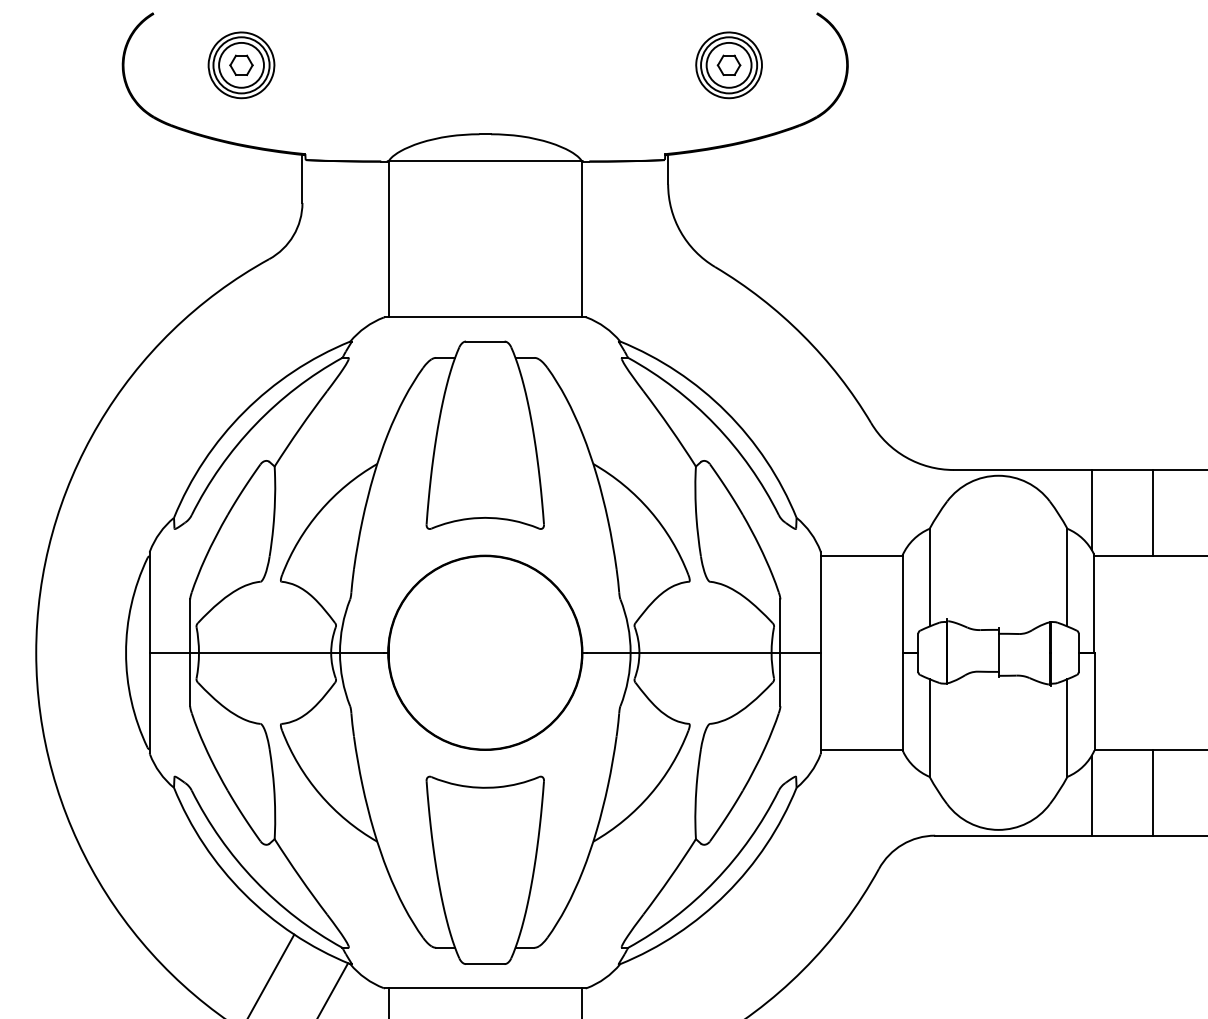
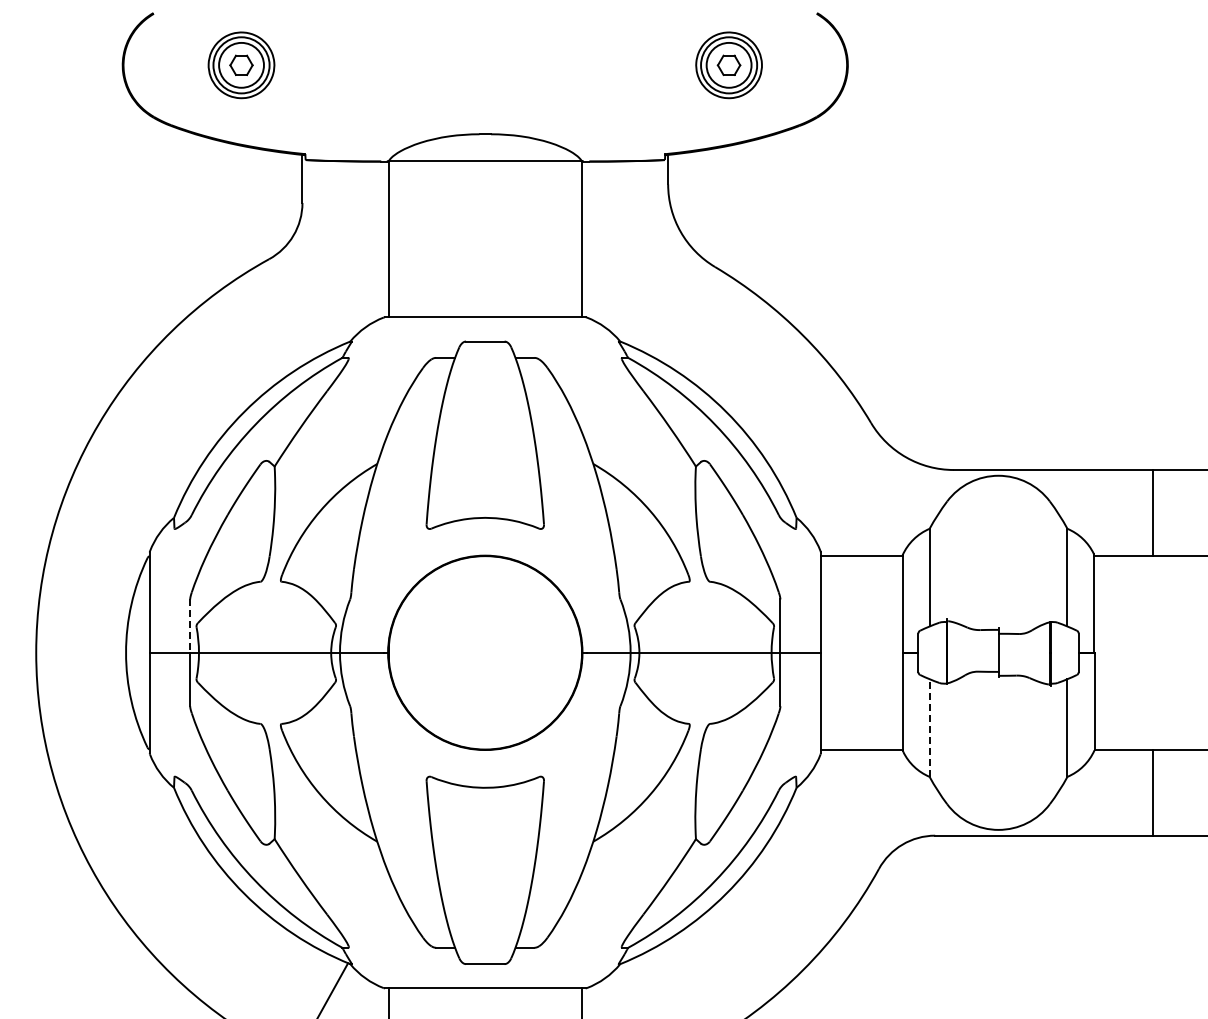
line at (1091, 509): present -> none
line at (190, 626): solid -> dashed
line at (929, 728): solid -> dashed
line at (1091, 795): present -> none
line at (271, 974): present -> none
